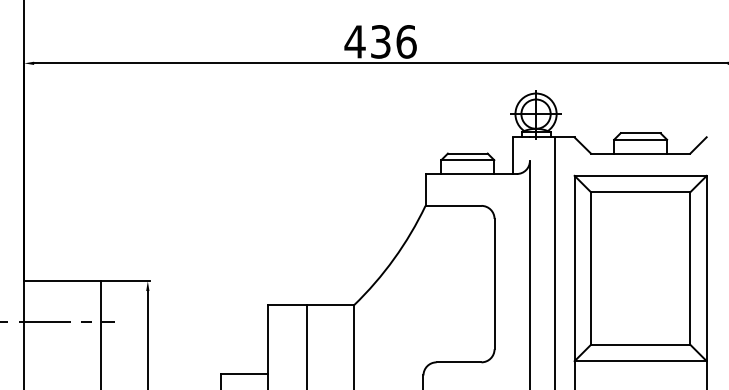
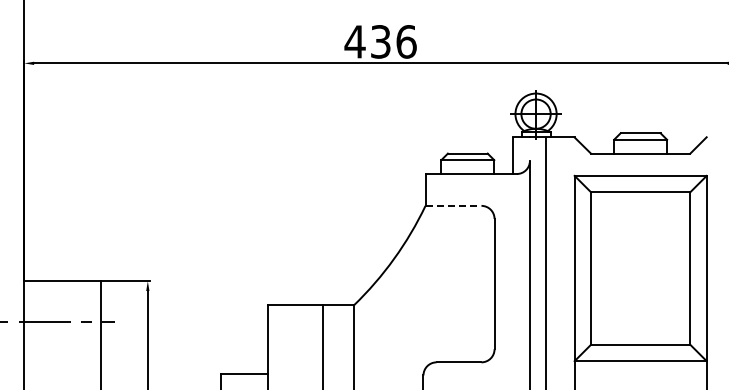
line at (453, 205): solid -> dashed
line at (554, 261) position: (554, 261) -> (545, 261)
line at (306, 345) position: (306, 345) -> (322, 345)
